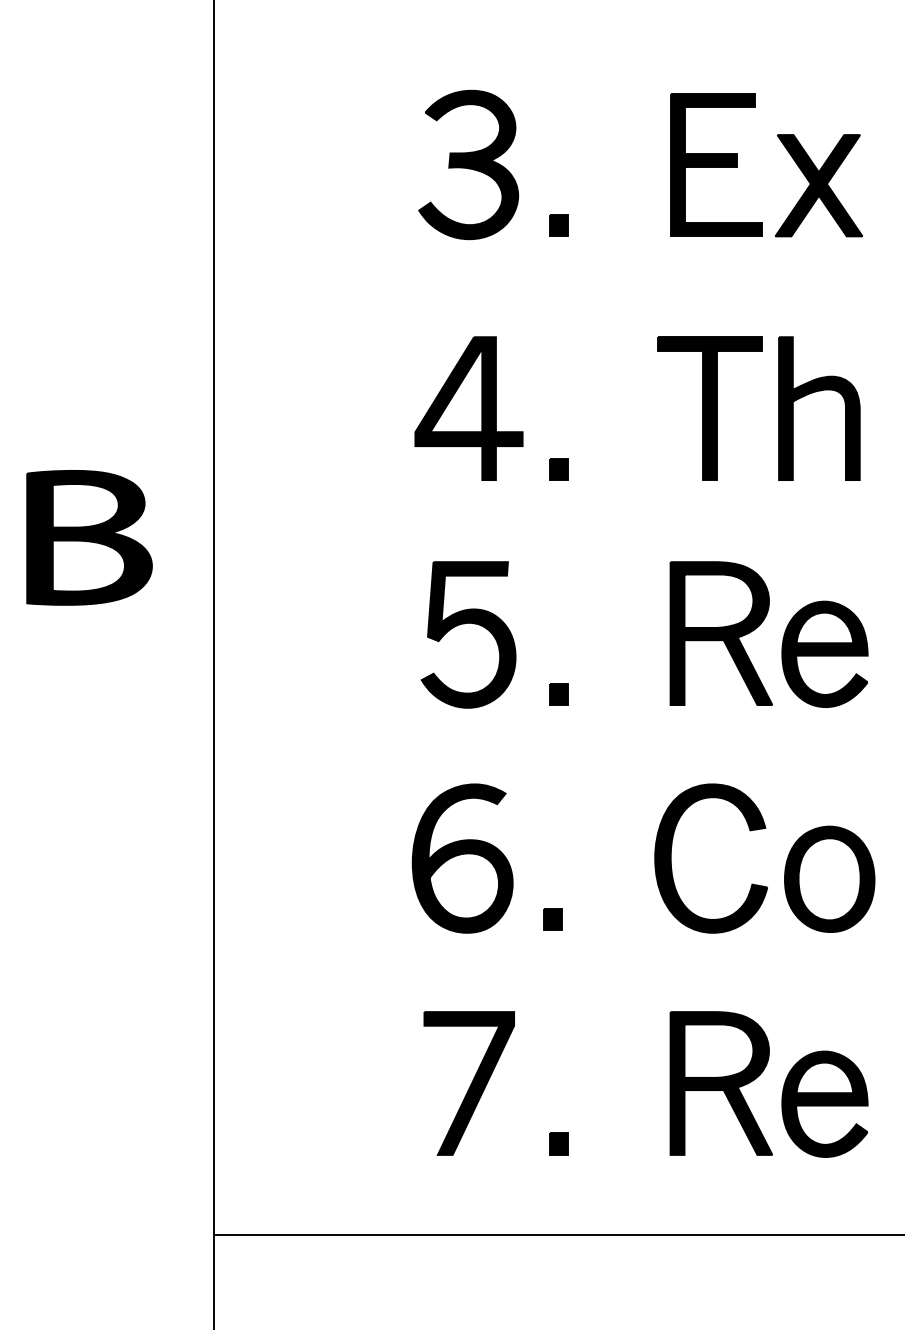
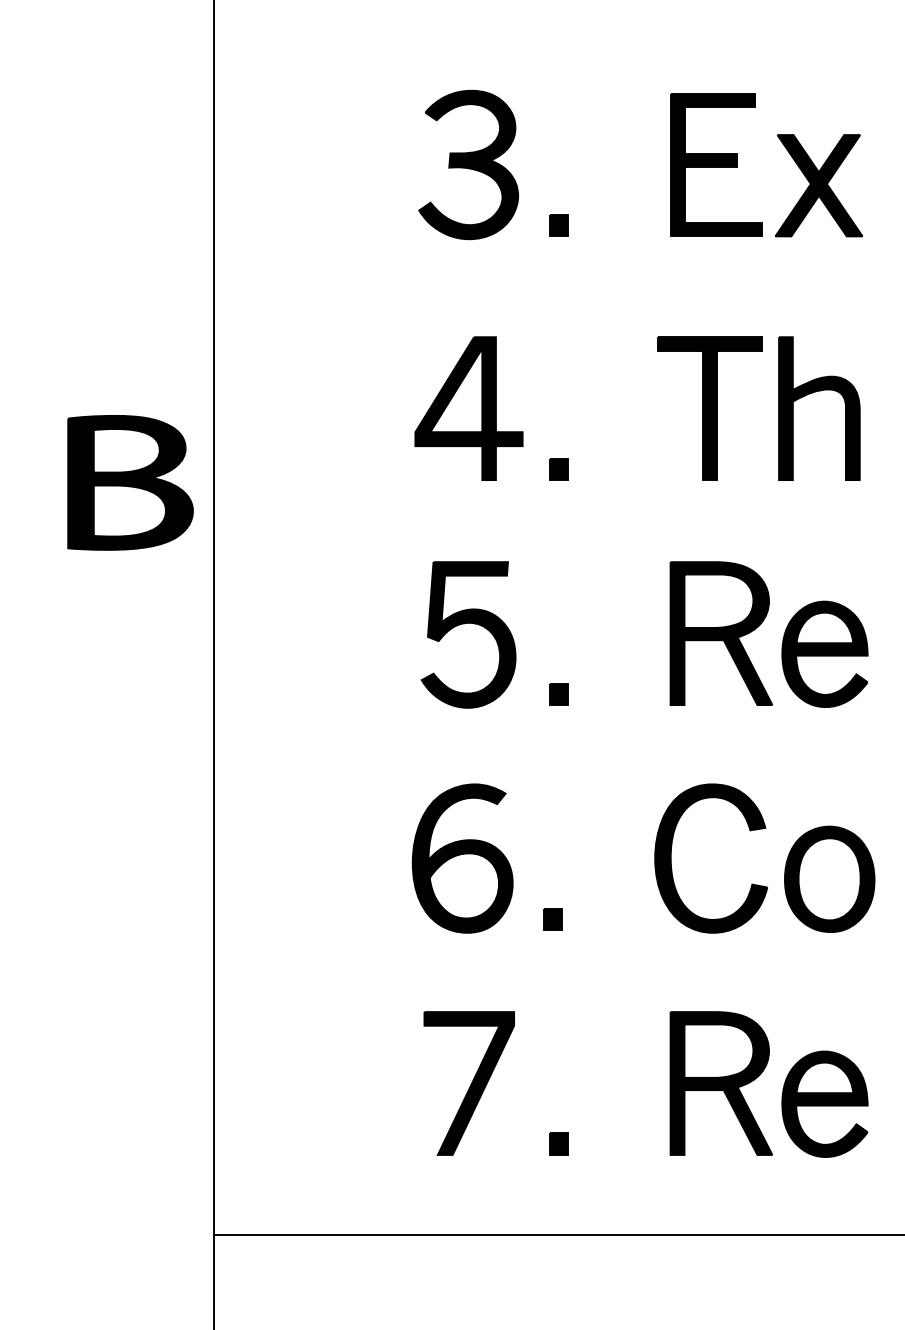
part at (89, 537) position: (89, 537) -> (130, 482)
